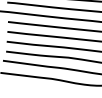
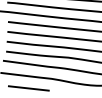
line at (28, 88): none -> present
